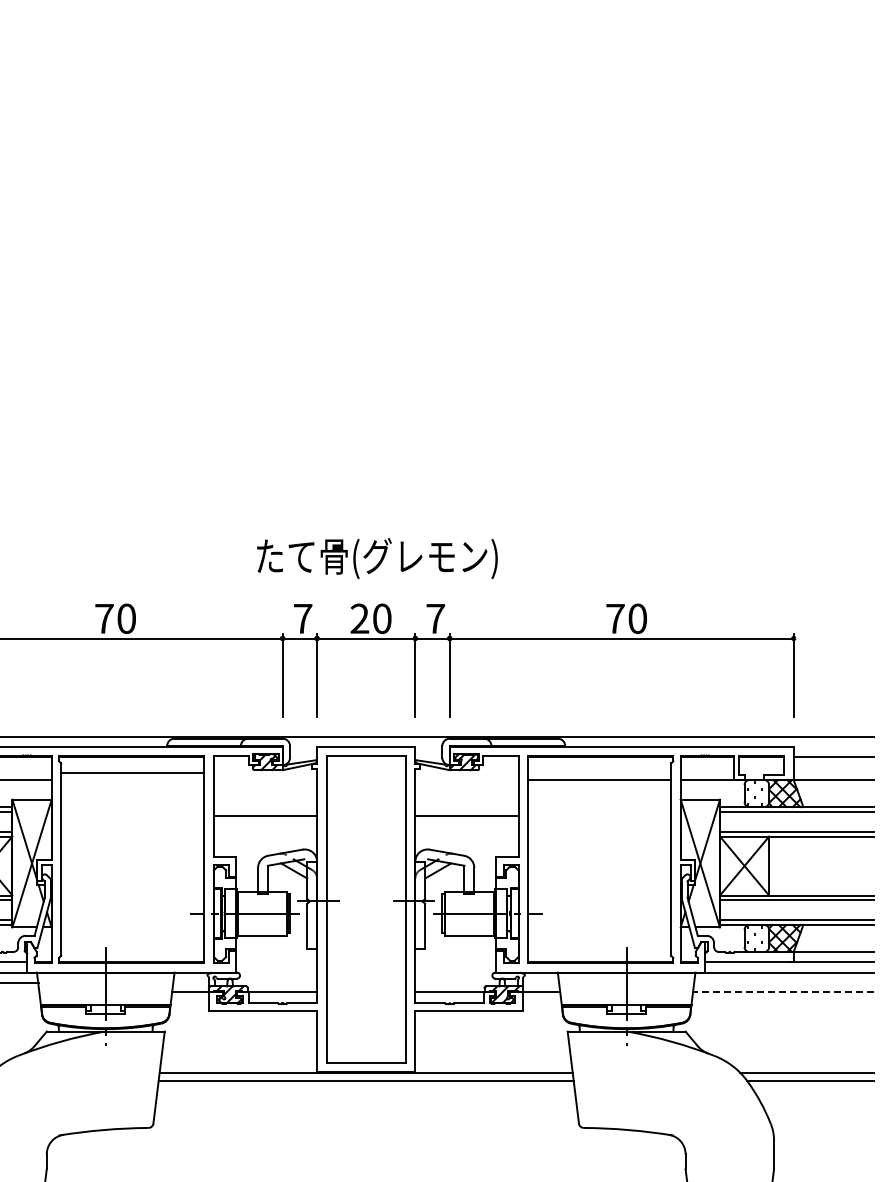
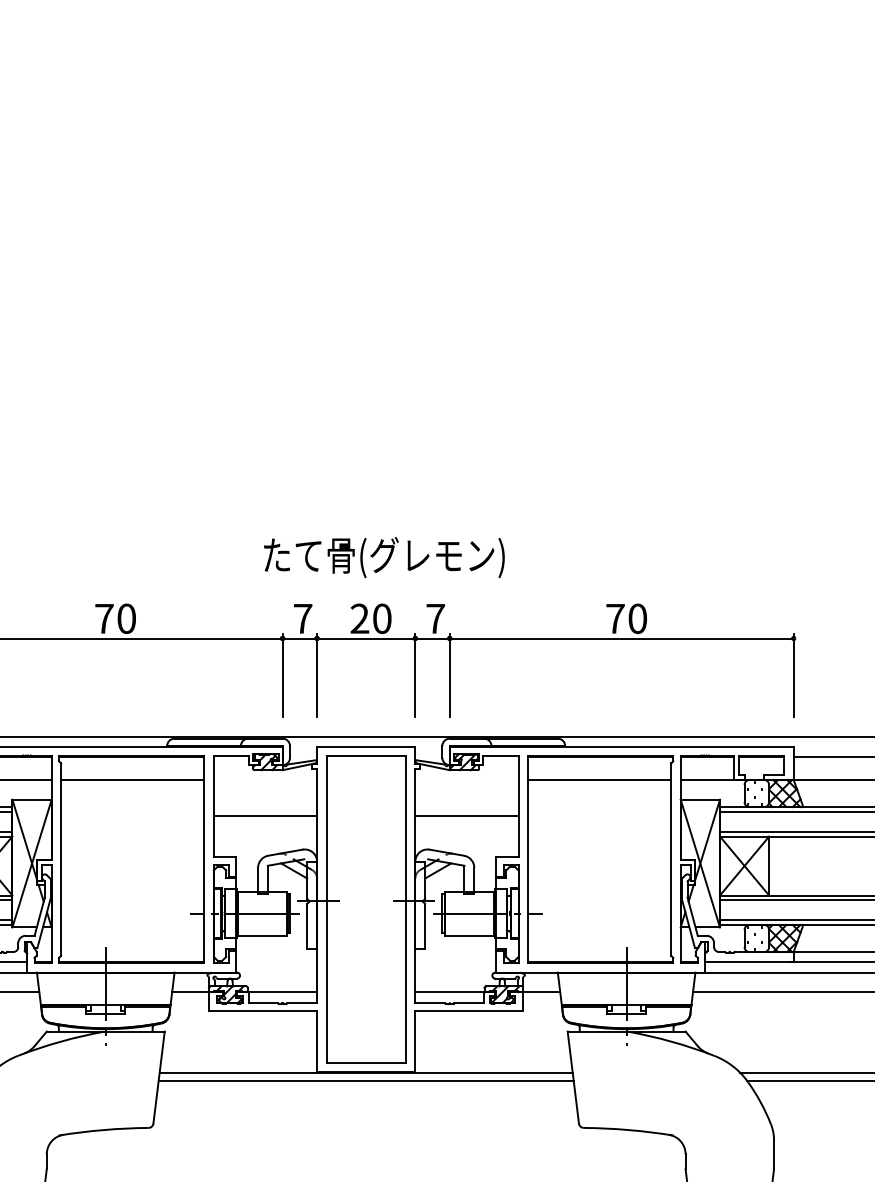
text at (377, 558) position: (377, 558) -> (384, 557)
line at (132, 773) position: (132, 773) -> (132, 780)
line at (20, 983) position: (20, 983) -> (20, 992)
line at (782, 992): dashed -> solid
